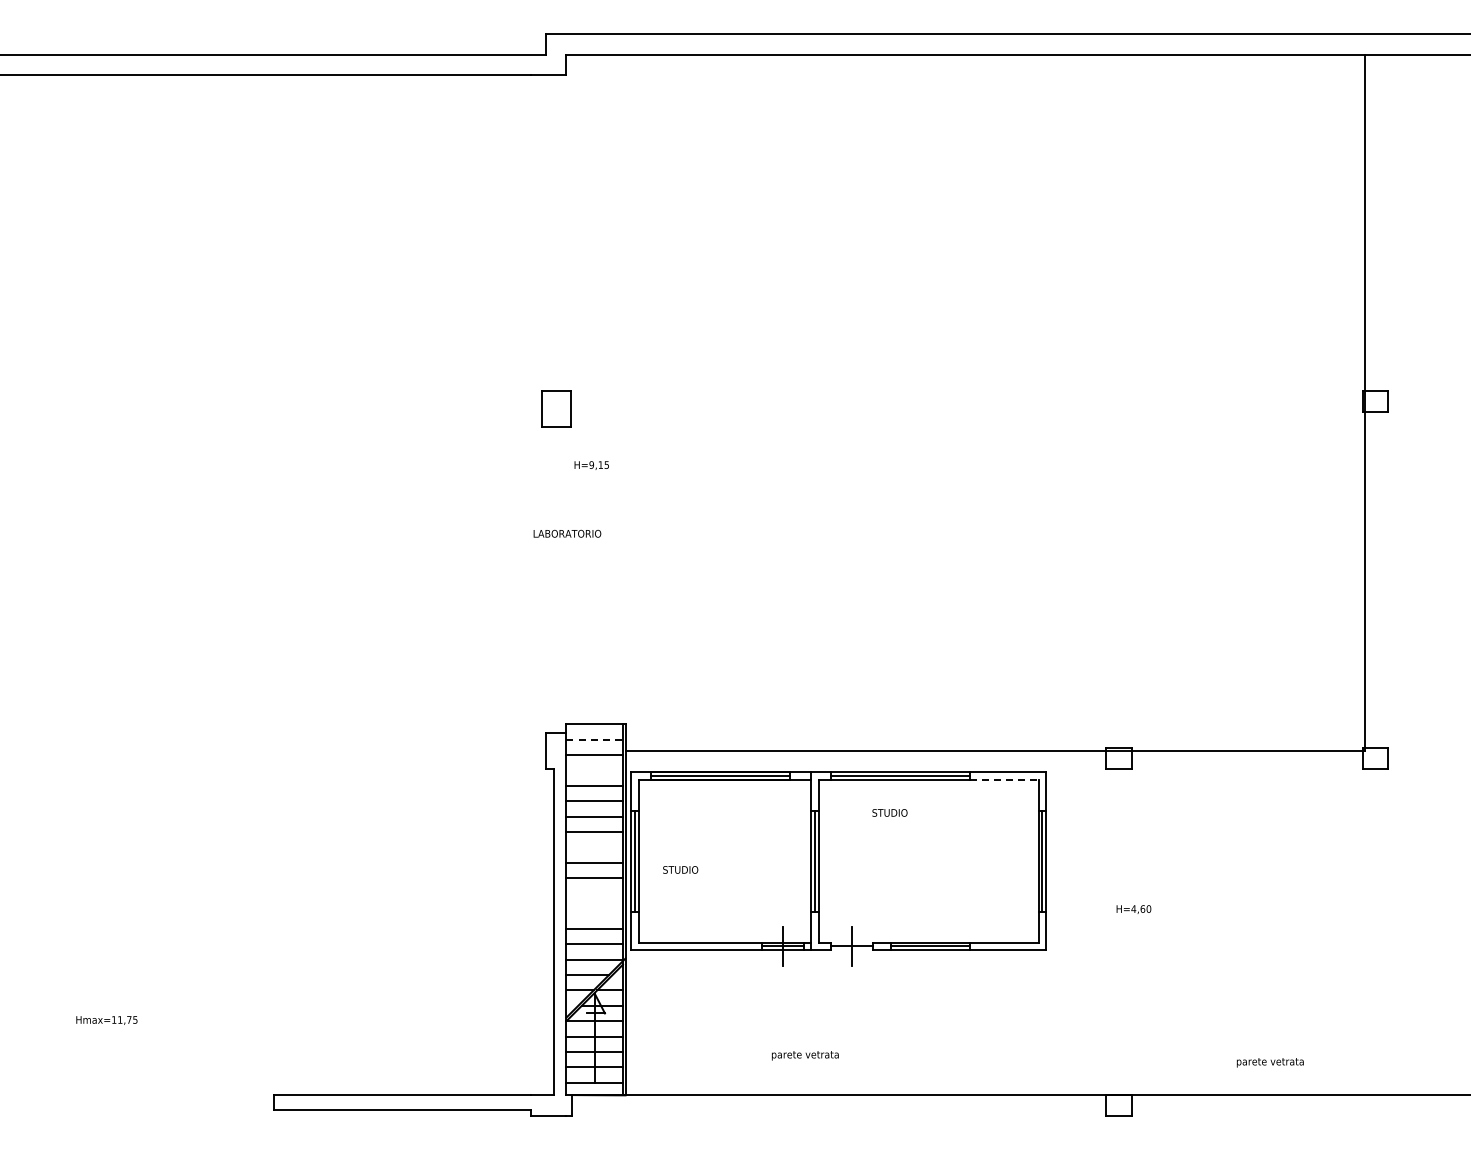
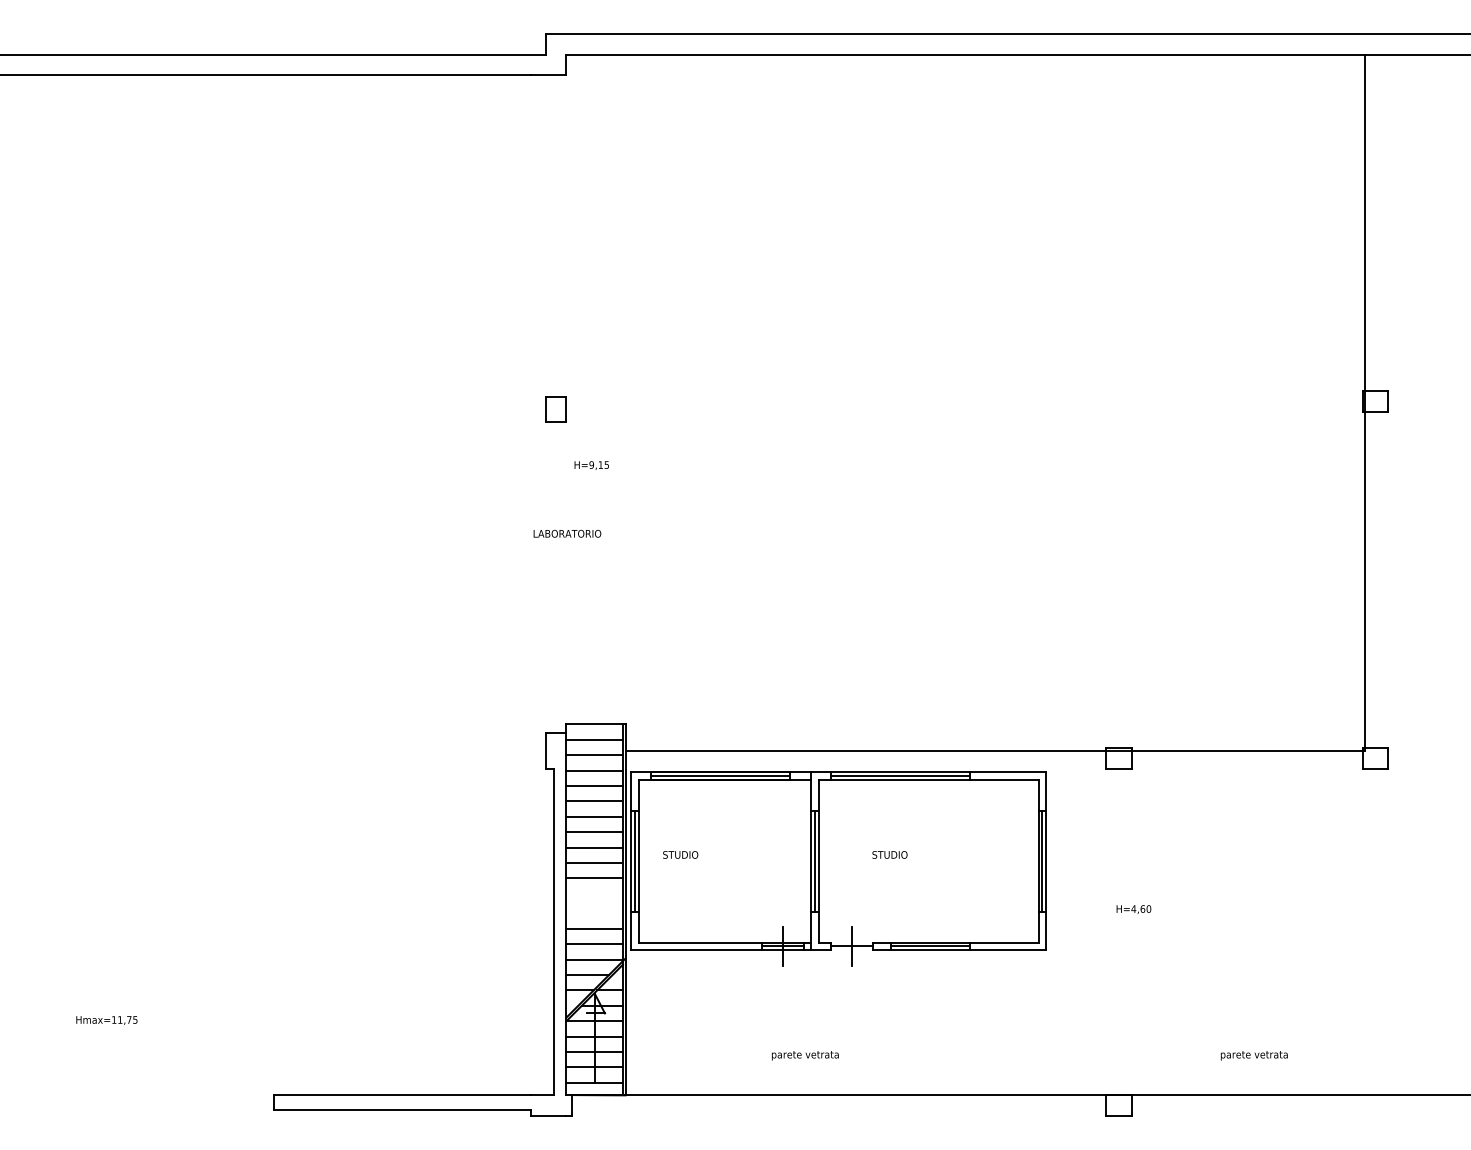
part at (556, 408) size: 31x38 px -> 22x27 px
line at (595, 739): dashed -> solid
line at (594, 770): none -> present
line at (1004, 779): dashed -> solid
text at (889, 812) position: (889, 812) -> (889, 854)
line at (594, 847): none -> present
text at (680, 869) position: (680, 869) -> (680, 854)
text at (1270, 1062) position: (1270, 1062) -> (1254, 1055)
